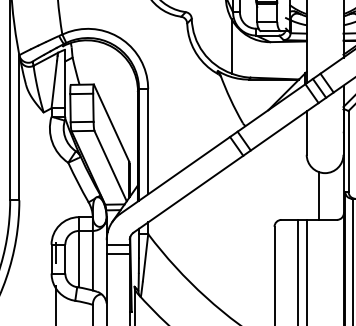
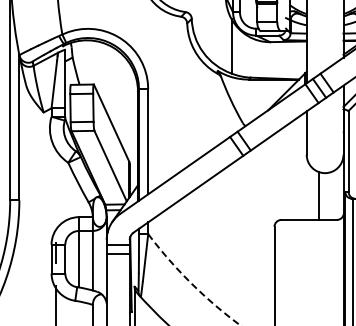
line at (297, 270): present -> none
line at (306, 270): present -> none
arc at (191, 283): solid -> dashed
